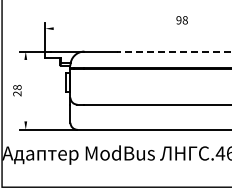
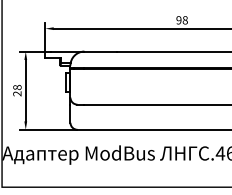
line at (140, 28): none -> present
line at (173, 51): dashed -> solid
line at (25, 90): none -> present
